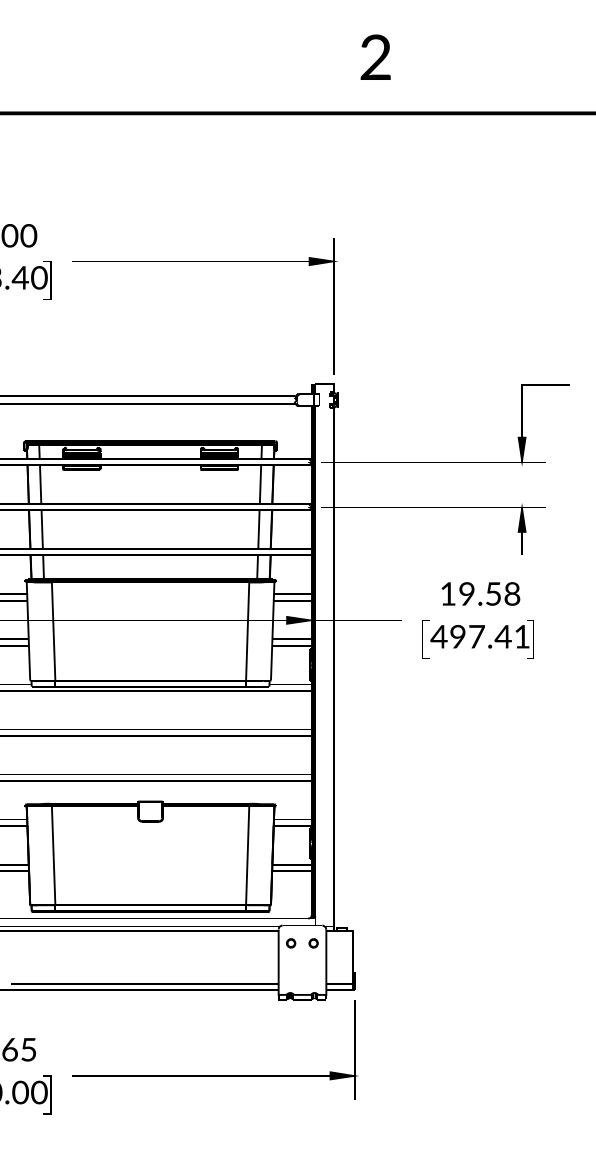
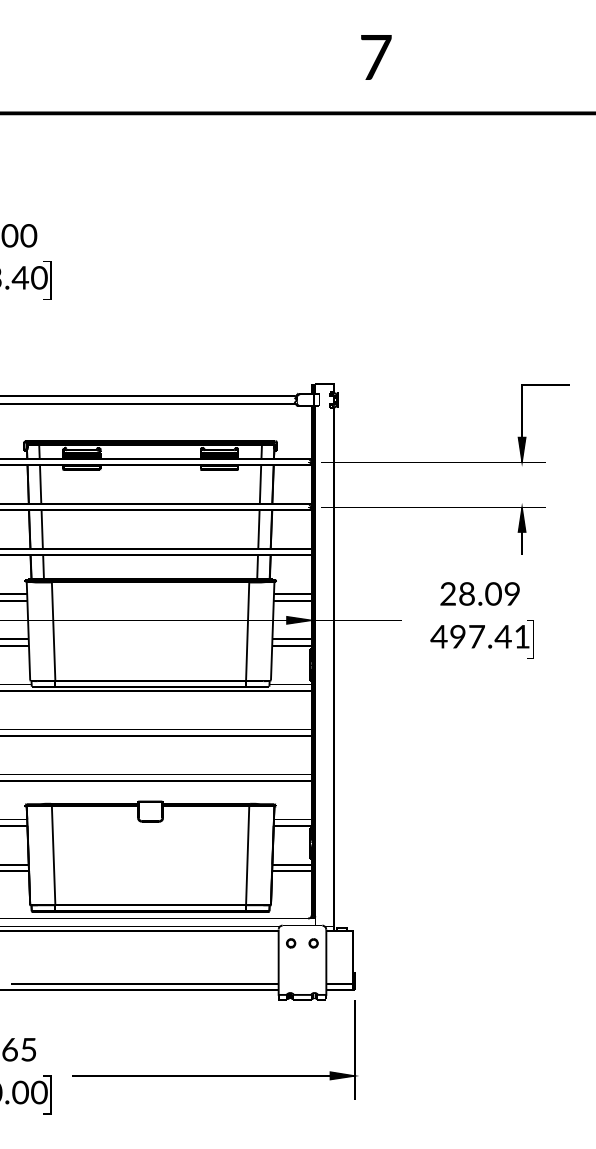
text at (375, 56): 2 -> 7
part at (204, 261): present -> none
text at (480, 593): 19.58 -> 28.09
line at (422, 639): present -> none
